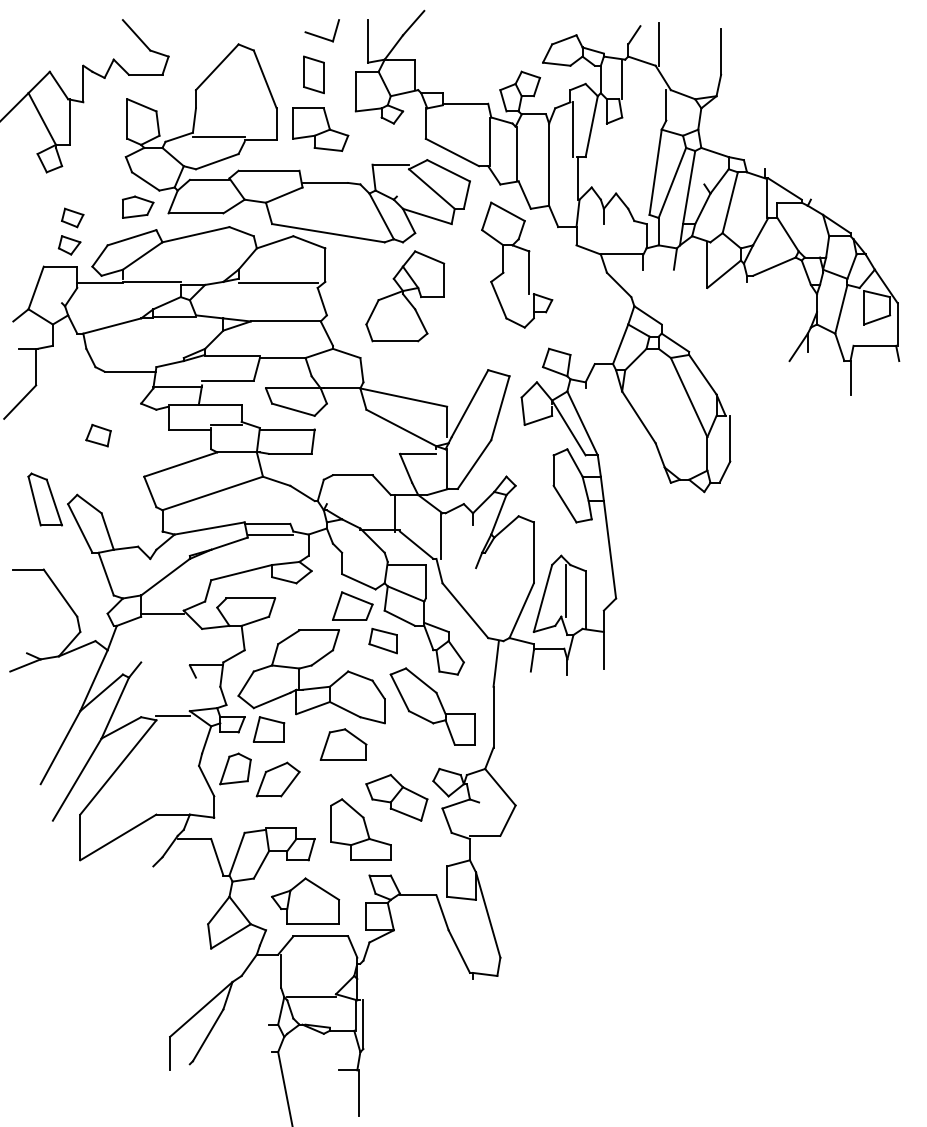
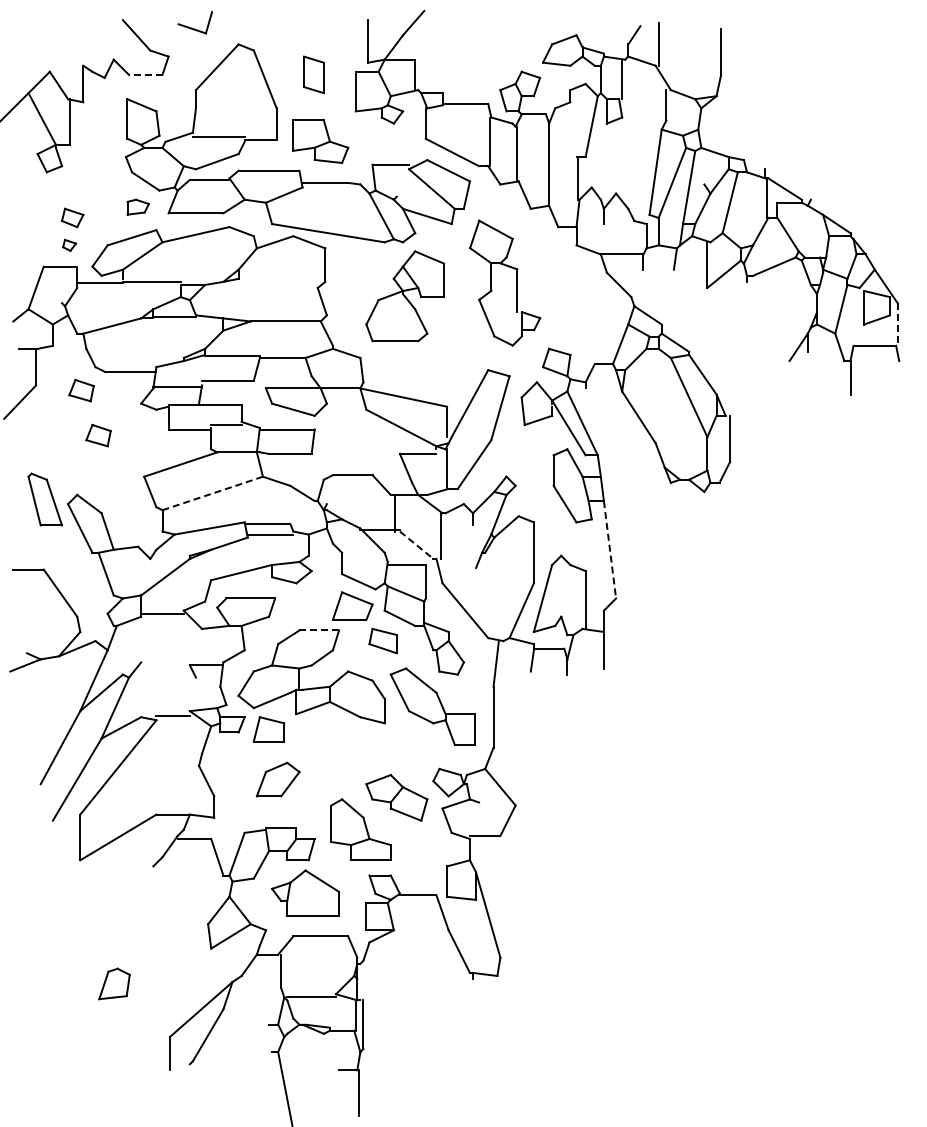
part at (321, 30) position: (321, 30) -> (194, 22)
line at (145, 74): solid -> dashed
part at (320, 129) position: (320, 129) -> (320, 141)
line at (573, 129): present -> none
part at (138, 206) size: 33x24 px -> 24x18 px
part at (69, 245) size: 25x21 px -> 16x14 px
part at (528, 264) position: (528, 264) -> (516, 282)
line at (277, 283): present -> none
line at (897, 325): solid -> dashed
part at (81, 390): none -> present
line at (212, 493): solid -> dashed
line at (416, 545): solid -> dashed
line at (610, 550): solid -> dashed
line at (565, 590): present -> none
line at (319, 630): solid -> dashed
part at (343, 744): present -> none
part at (235, 768) position: (235, 768) -> (114, 983)
part at (305, 900) position: (305, 900) -> (305, 892)
